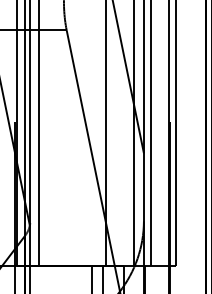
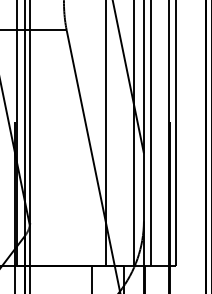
line at (38, 134): present -> none
line at (102, 278): present -> none
